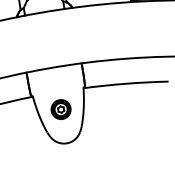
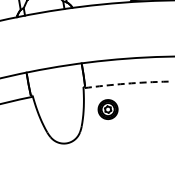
arc at (125, 83): solid -> dashed
part at (60, 109) position: (60, 109) -> (107, 109)
